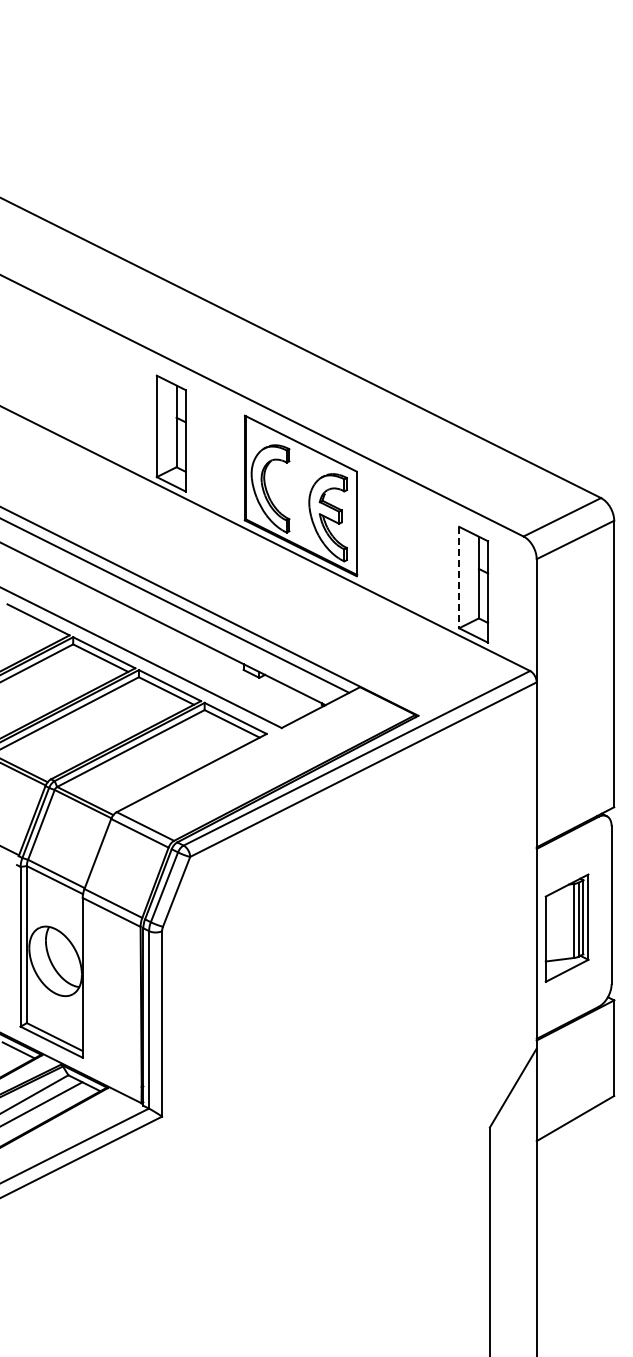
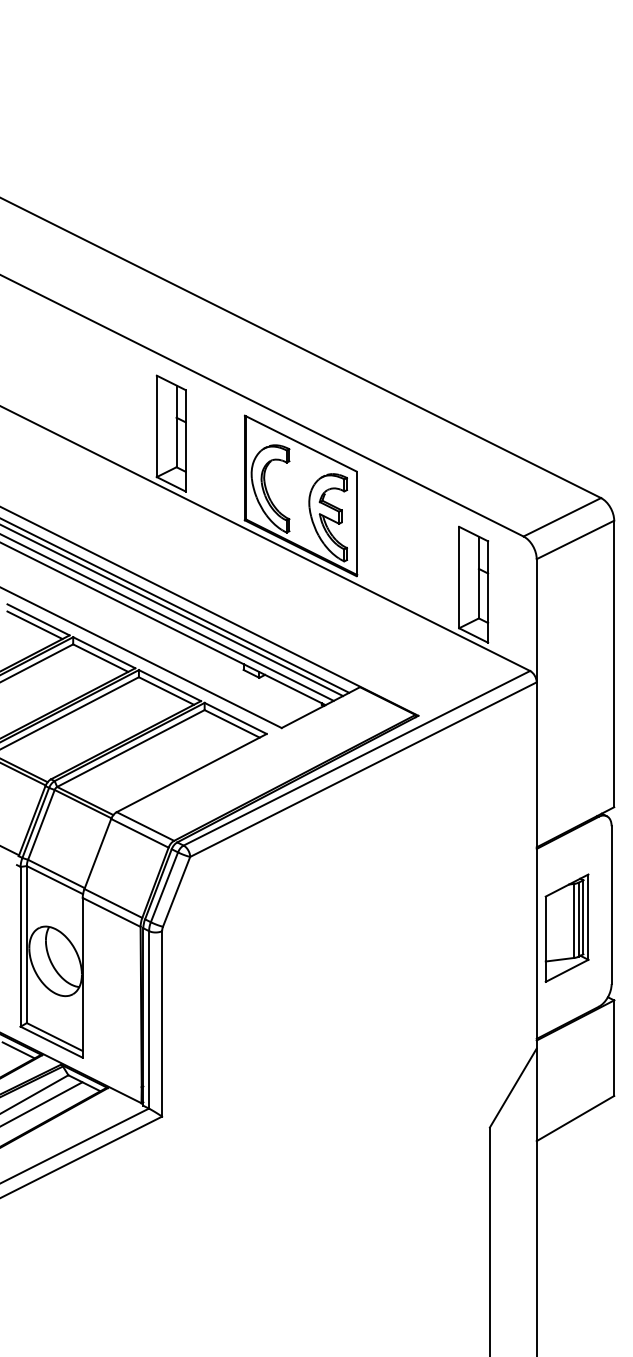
line at (459, 577): dashed -> solid
line at (172, 610): none -> present
line at (167, 617): none -> present
line at (34, 625): none -> present
